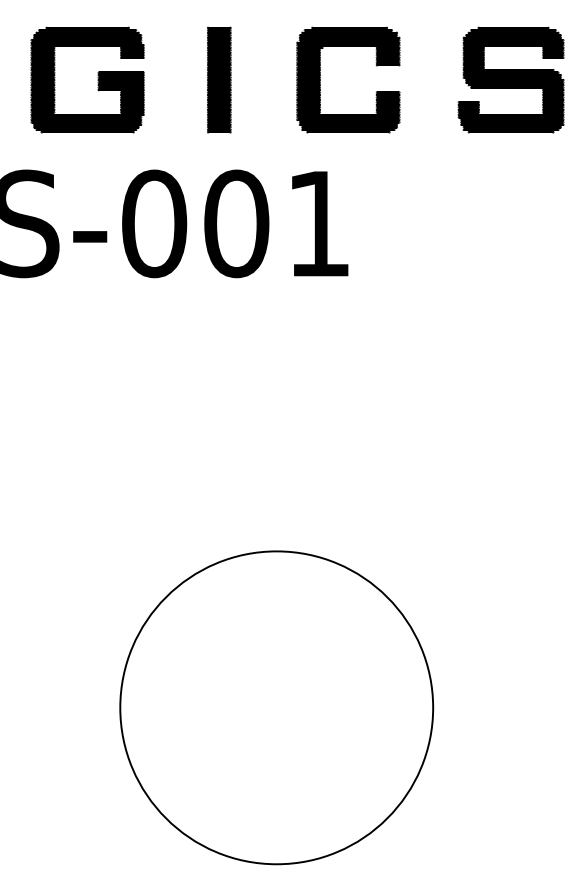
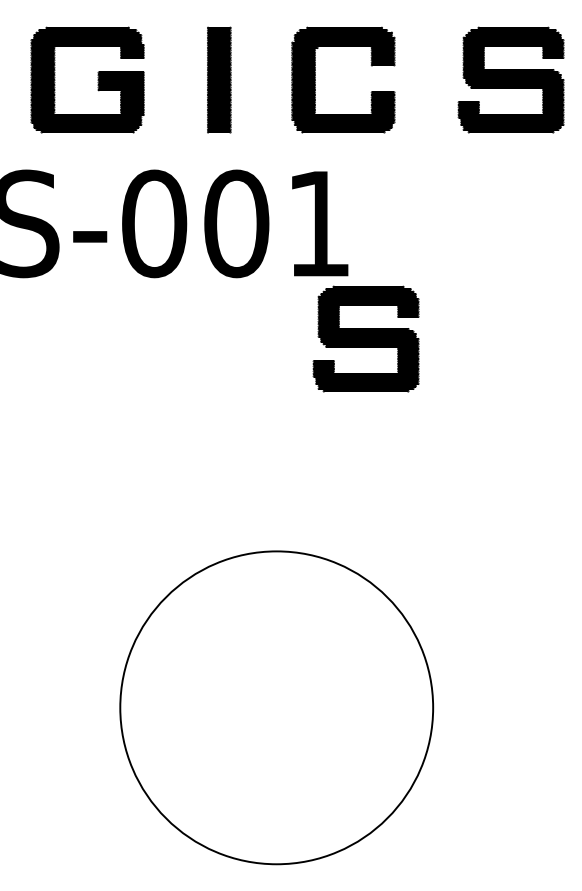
part at (320, 79) position: (320, 79) -> (315, 79)
part at (365, 338): none -> present
